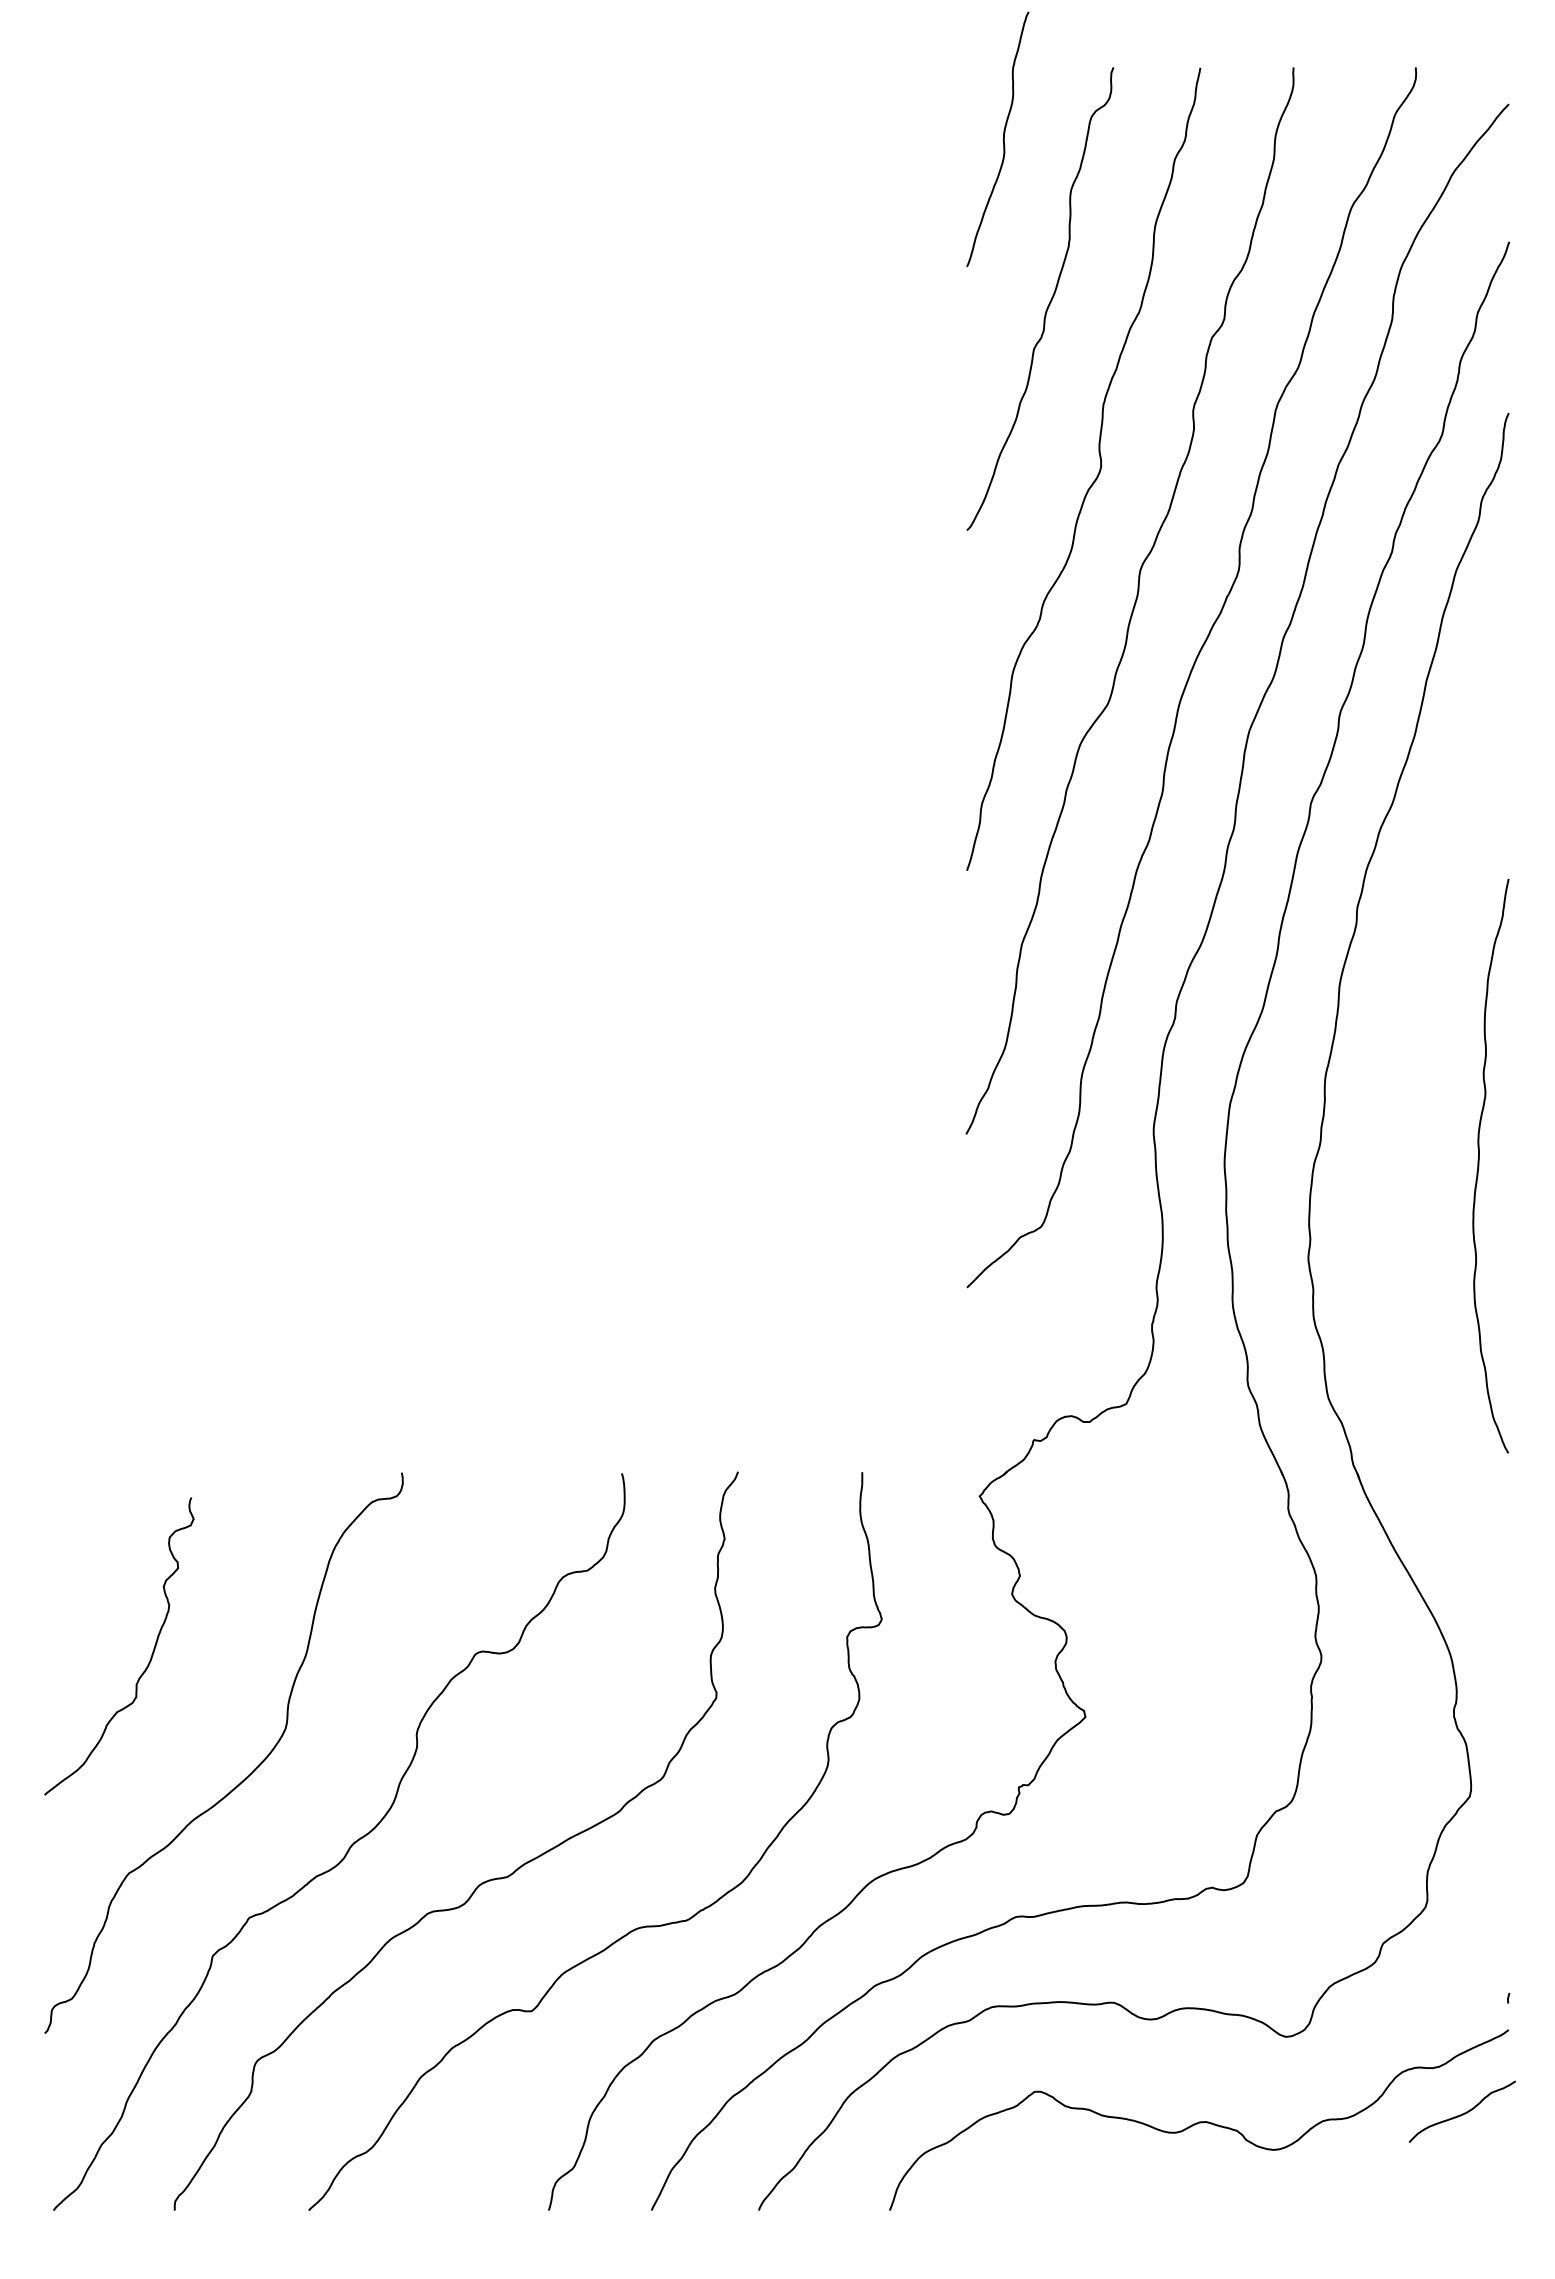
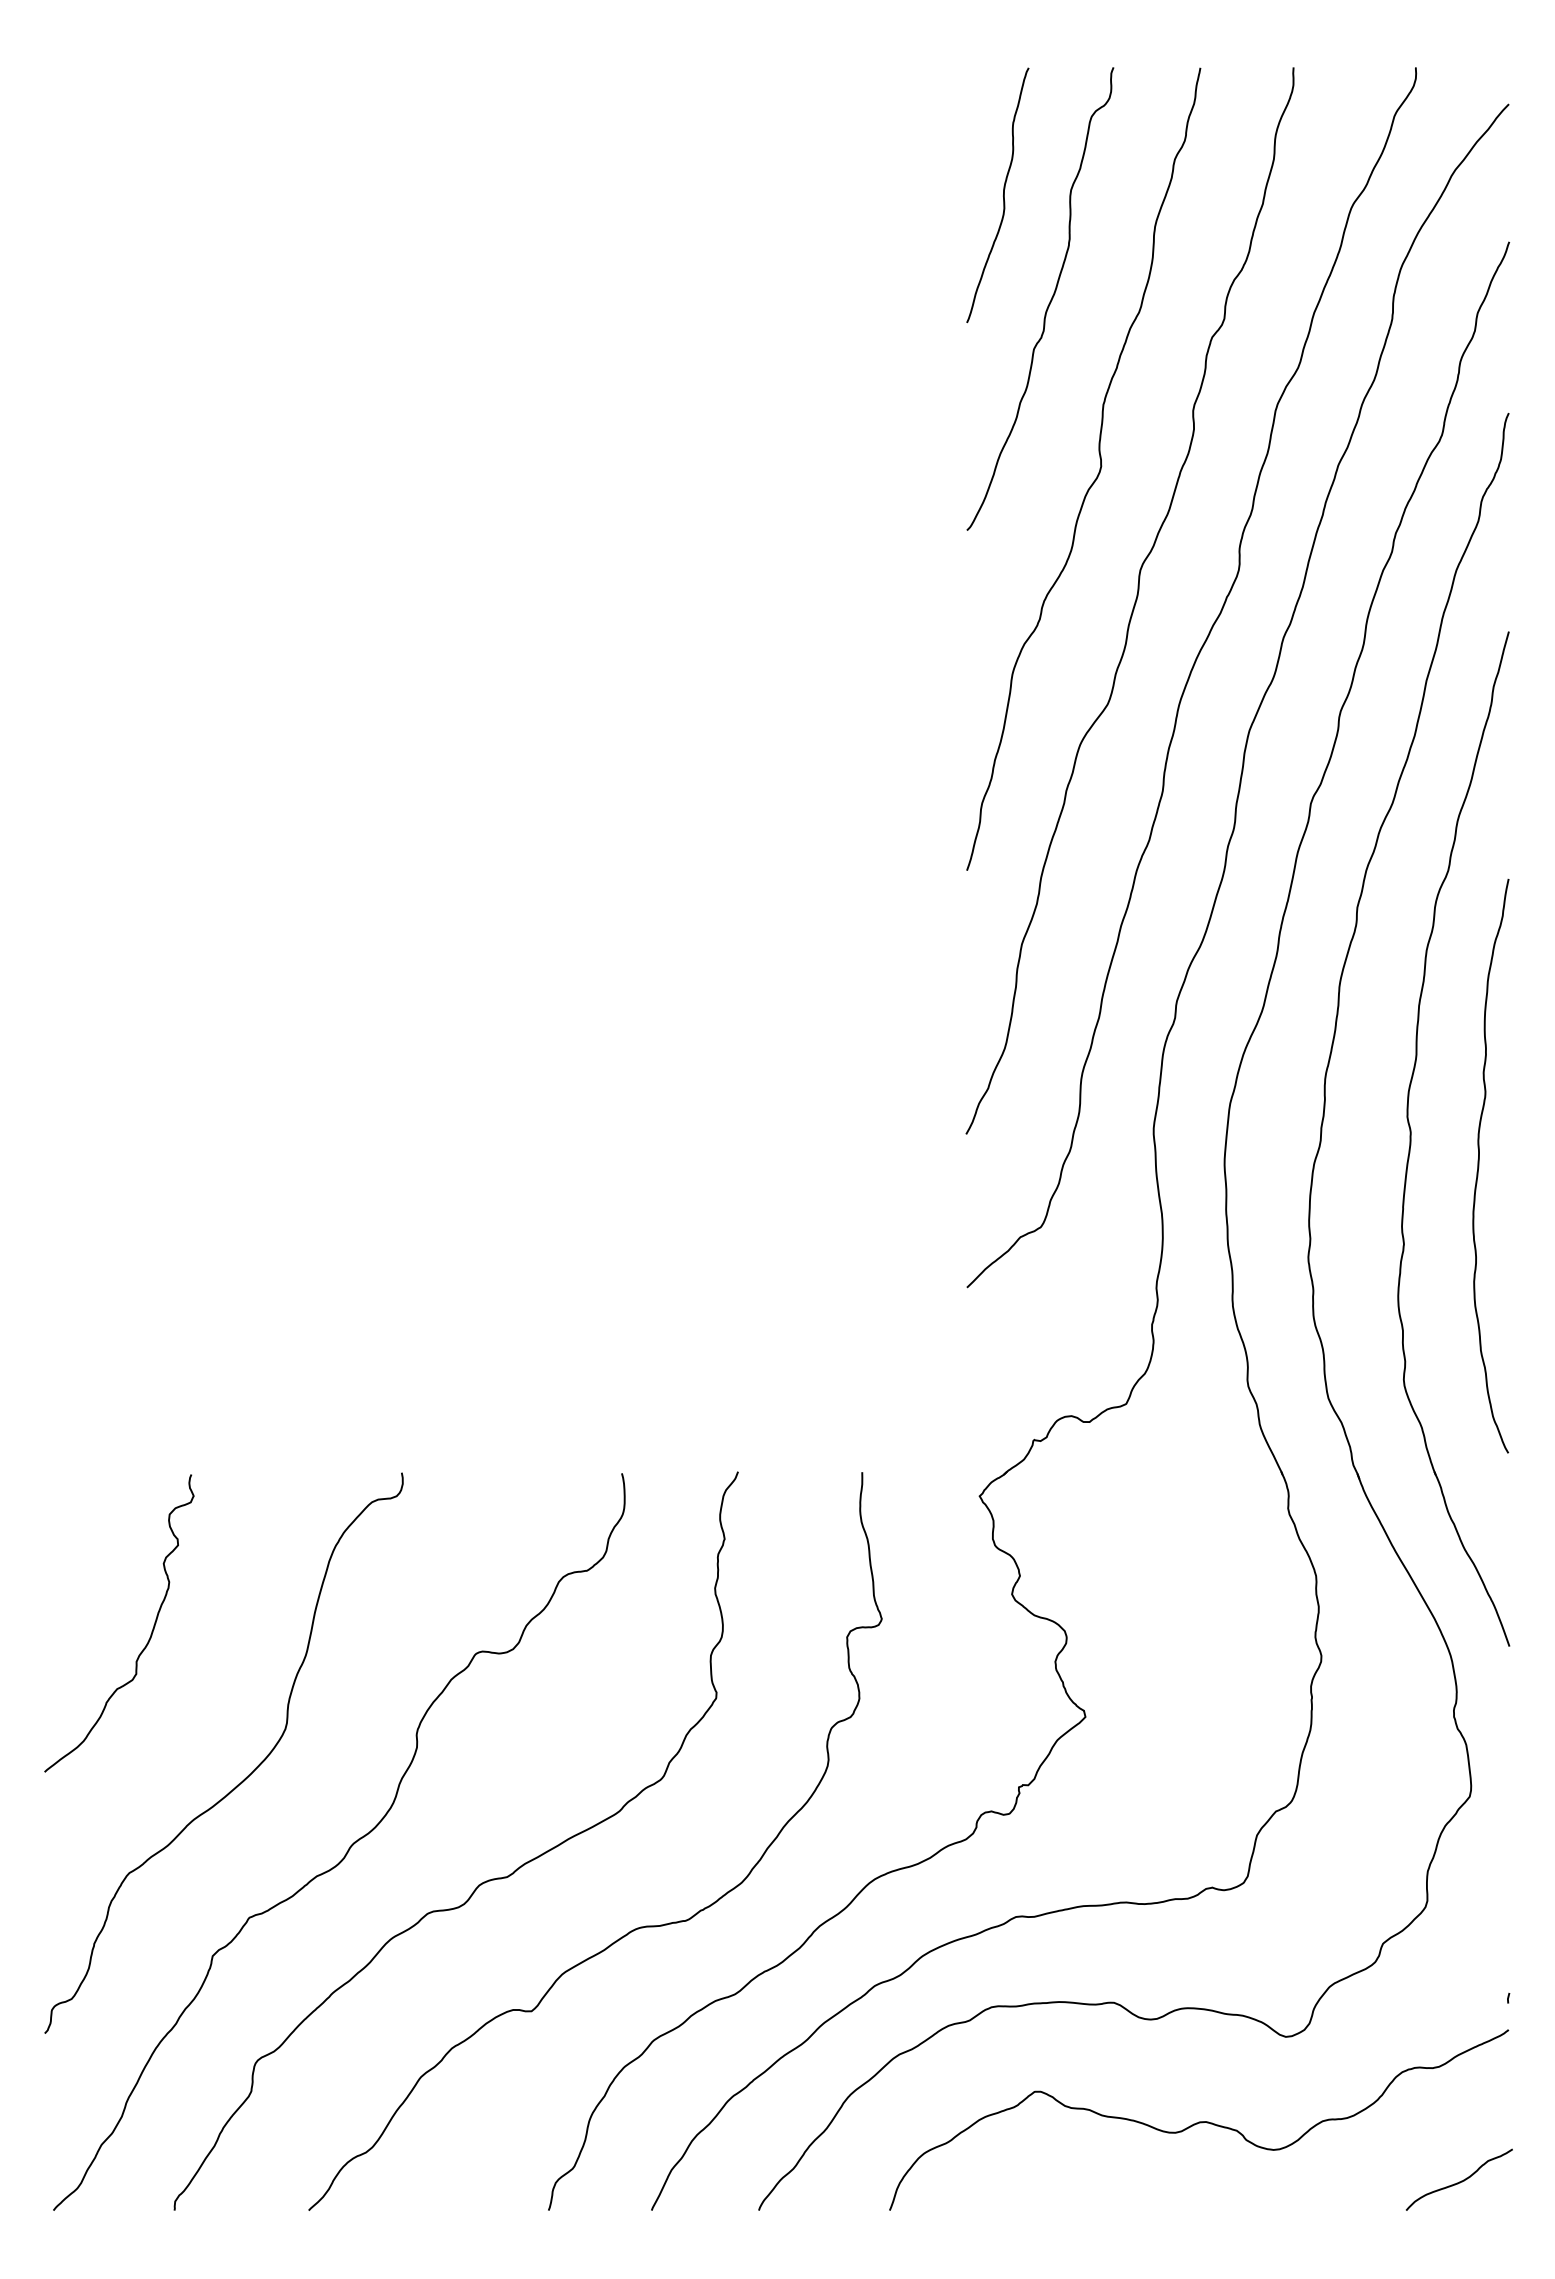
curve at (1003, 139) position: (1003, 139) -> (1003, 195)
part at (1411, 1138): none -> present
curve at (150, 1657) position: (150, 1657) -> (150, 1634)
curve at (1462, 2113) position: (1462, 2113) -> (1459, 2181)
